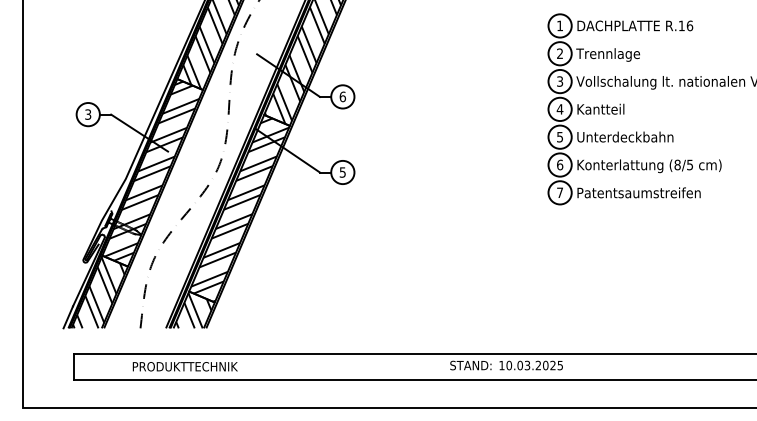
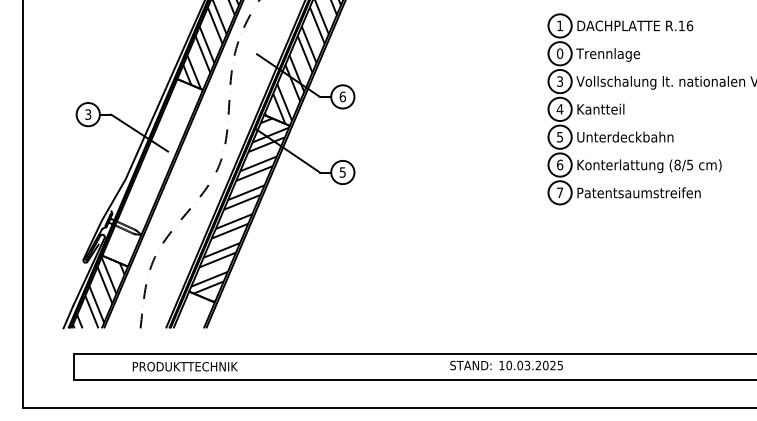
text at (560, 53): 2 -> 0
hatch at (151, 170): present -> none
hatch at (193, 310): present -> none
